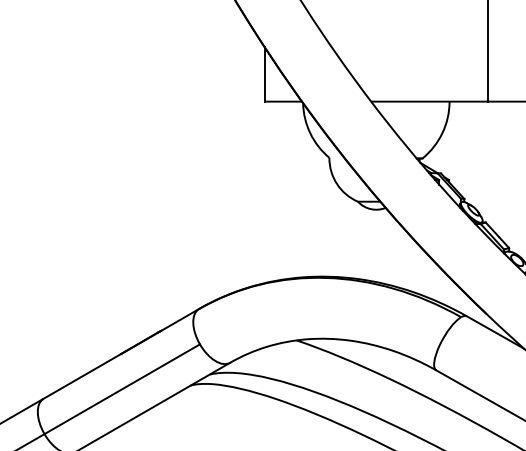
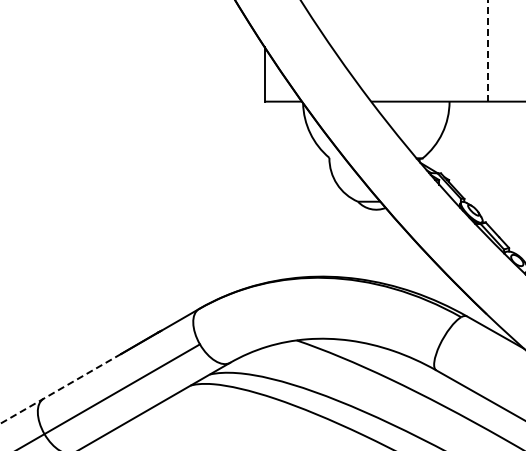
line at (487, 50): solid -> dashed
line at (60, 388): solid -> dashed
